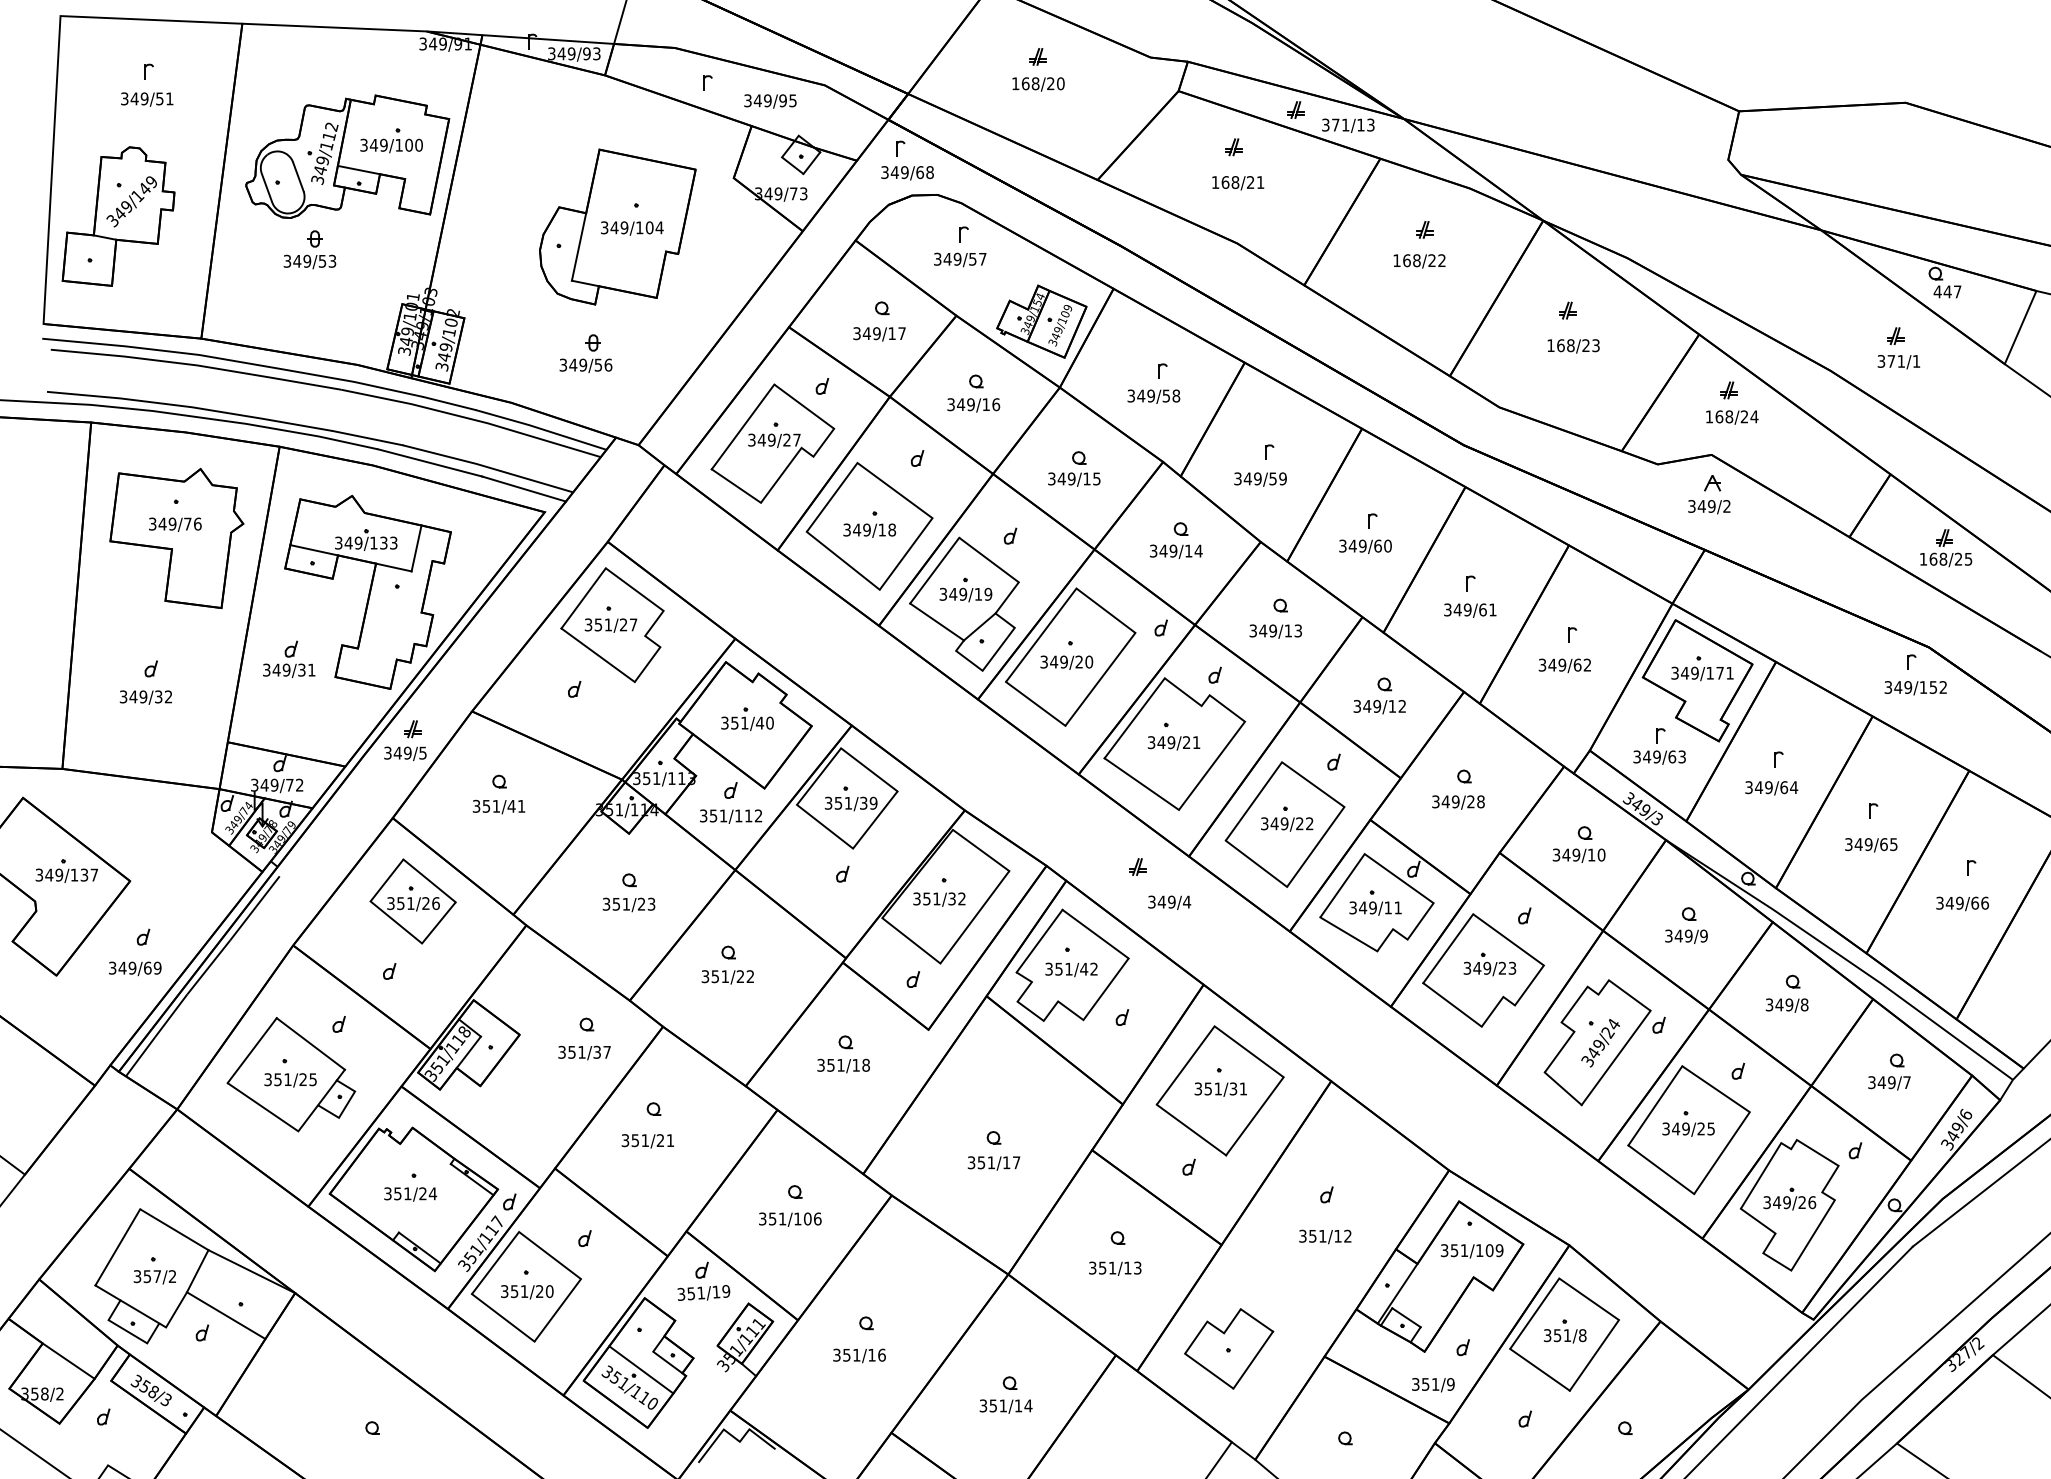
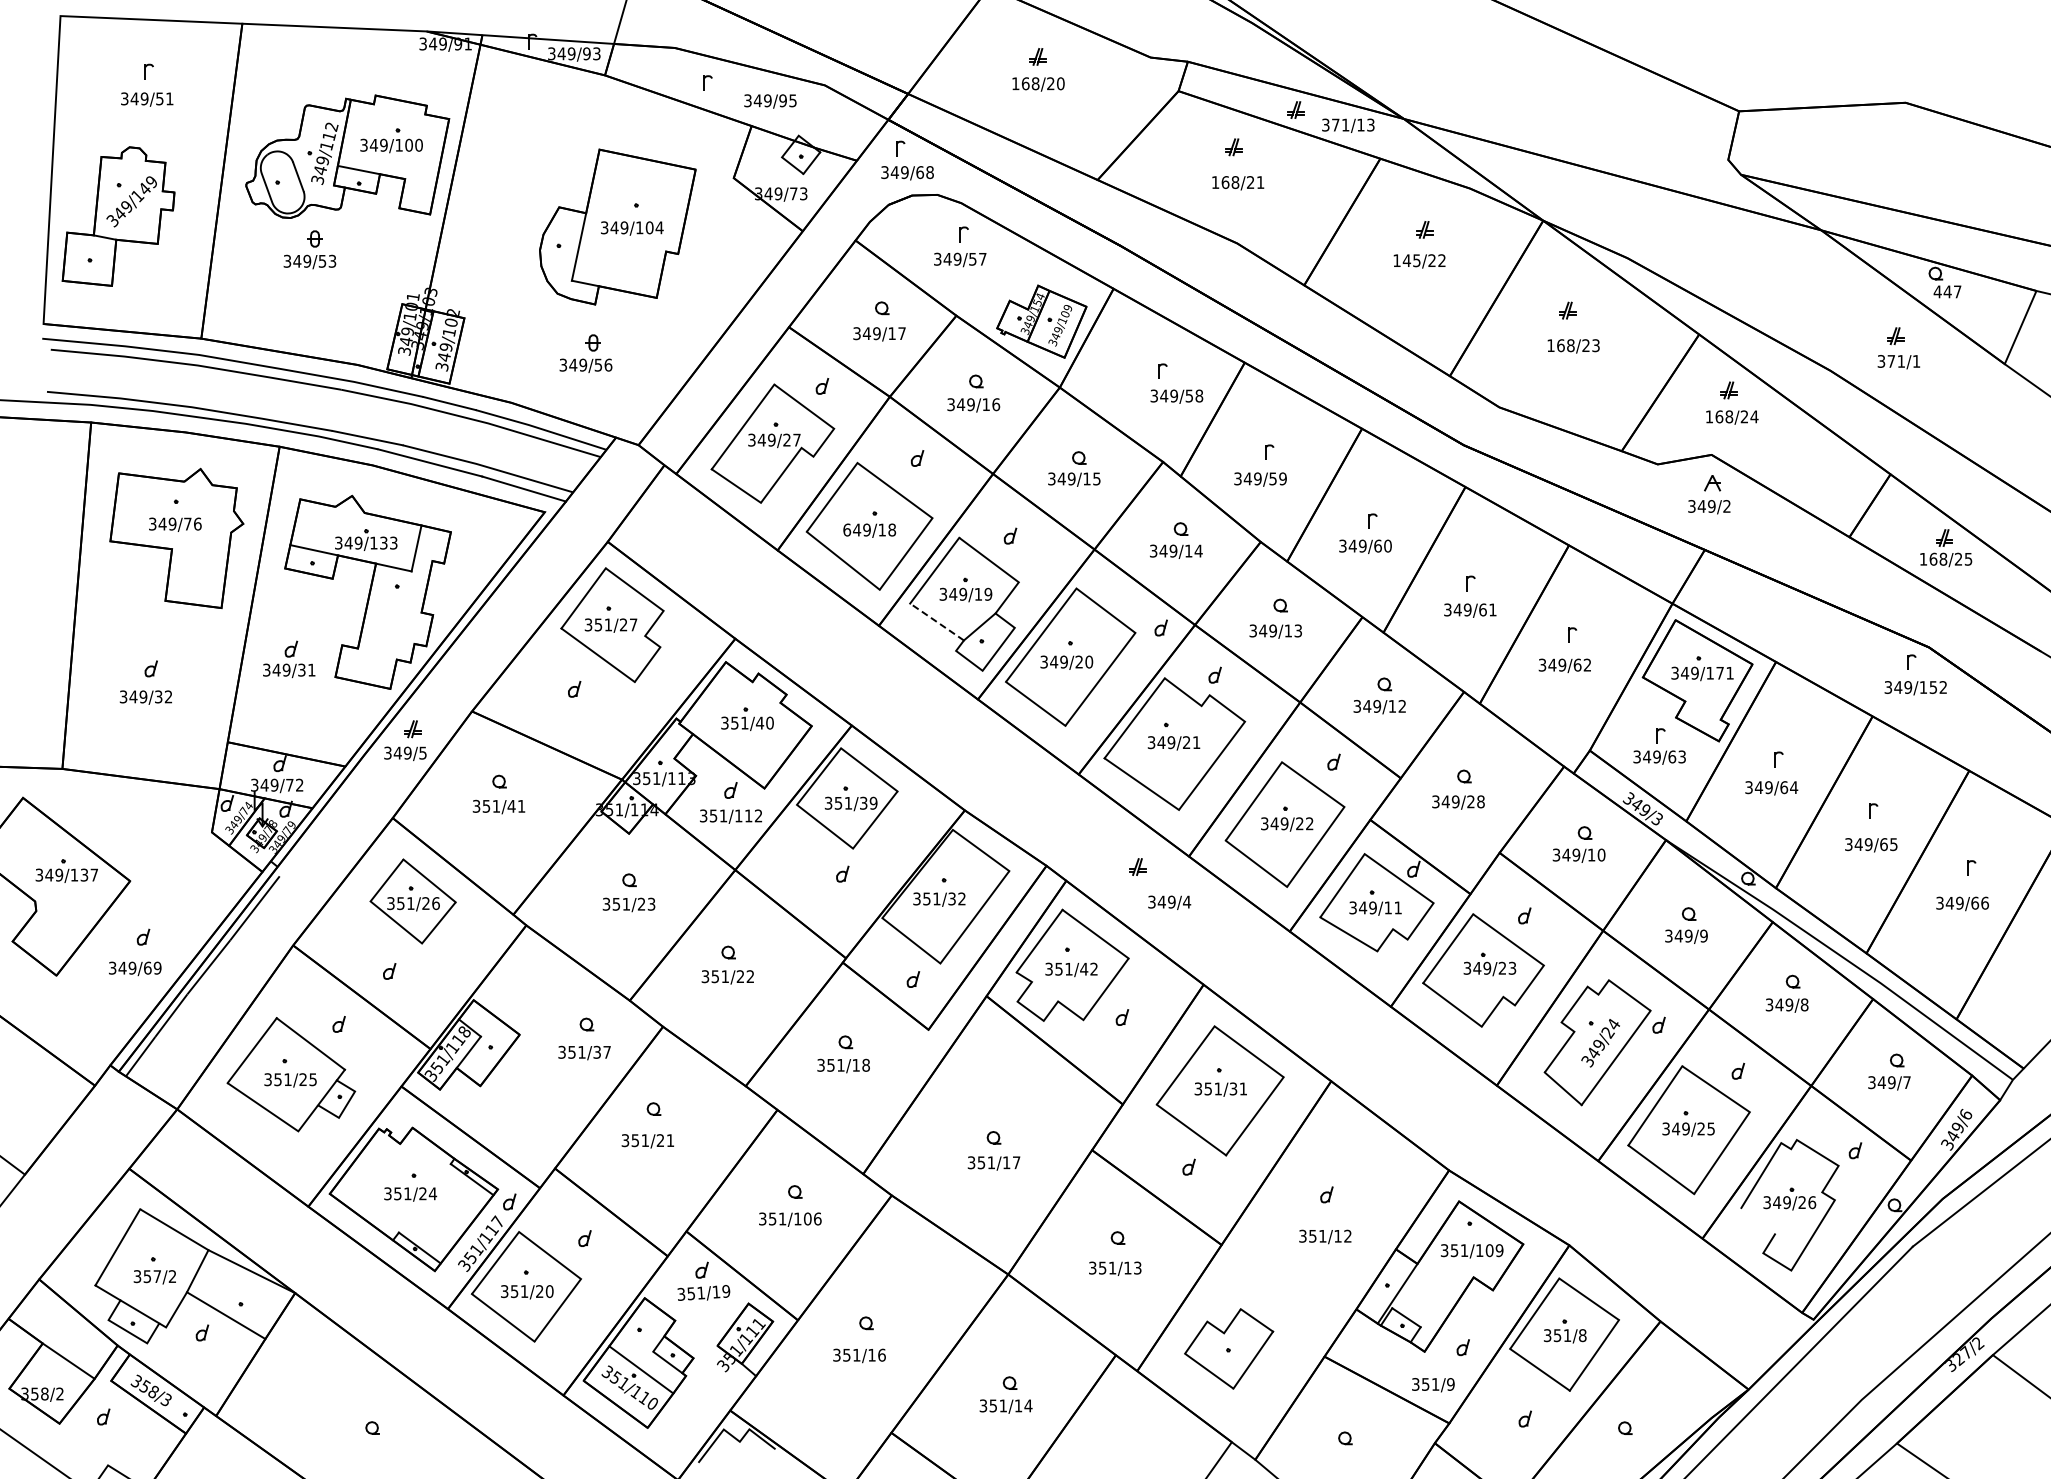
text at (1411, 260): 168/22 -> 145/22
text at (1153, 396) position: (1153, 396) -> (1176, 396)
text at (847, 529): 349/18 -> 649/18
line at (937, 622): solid -> dashed
line at (1757, 1220): present -> none
